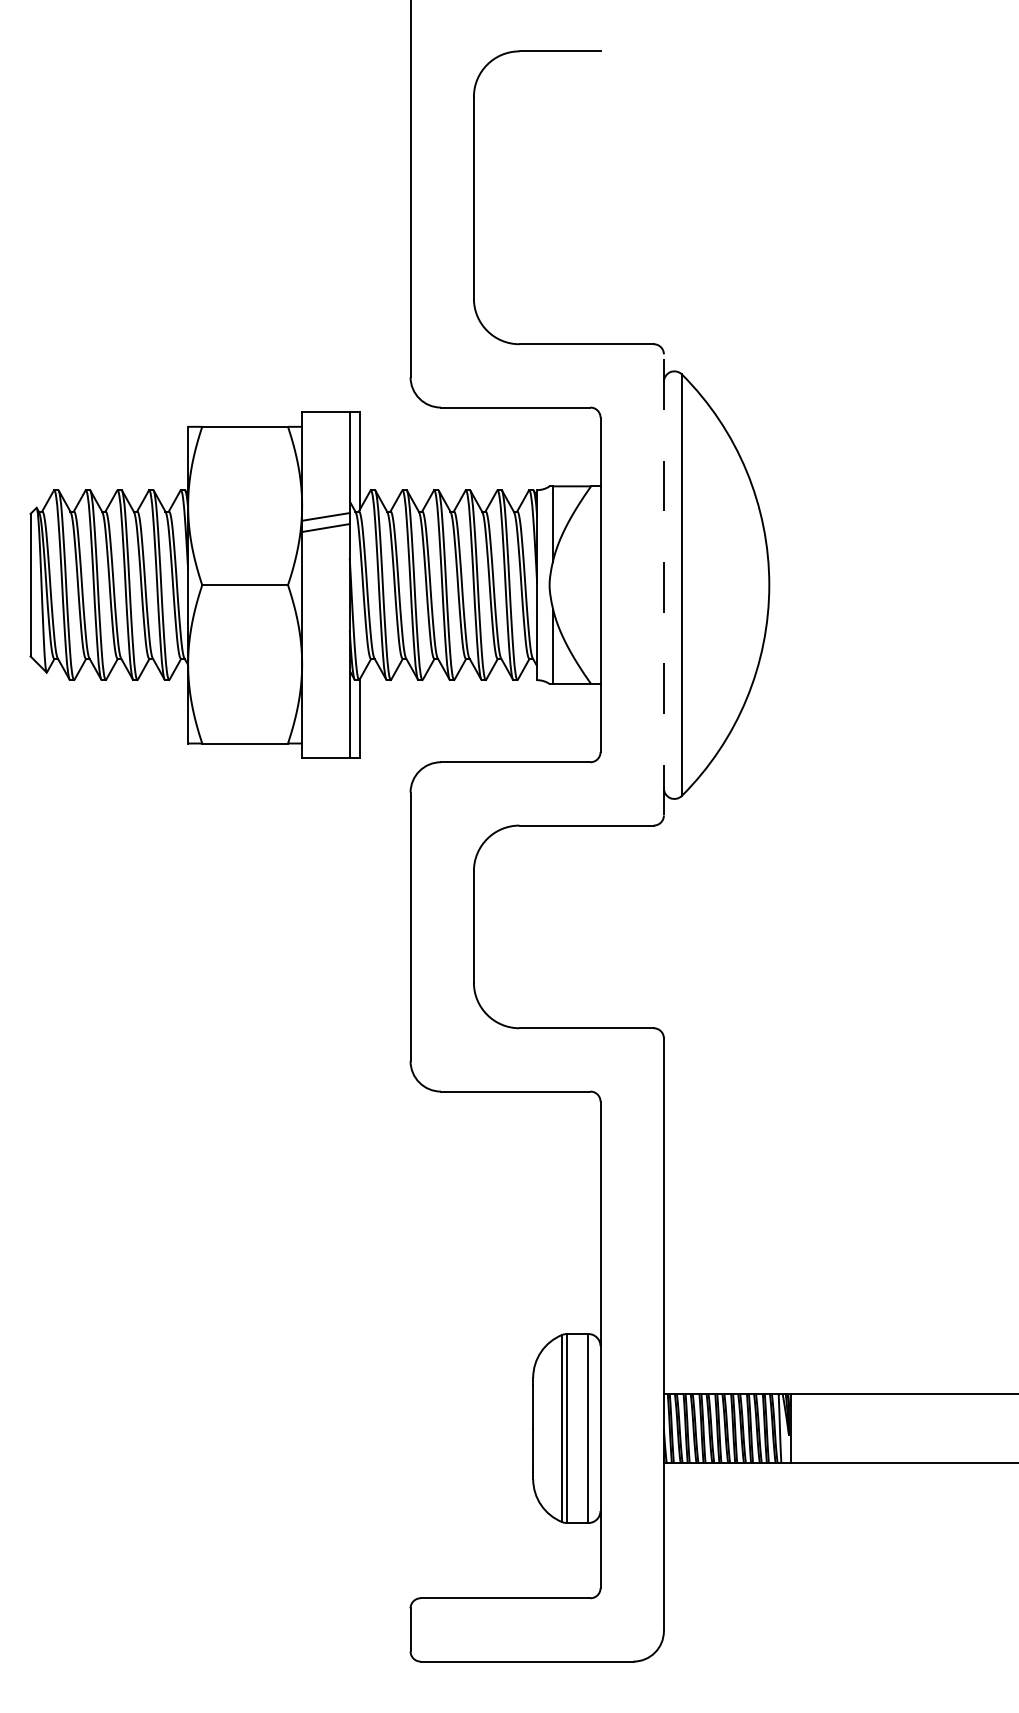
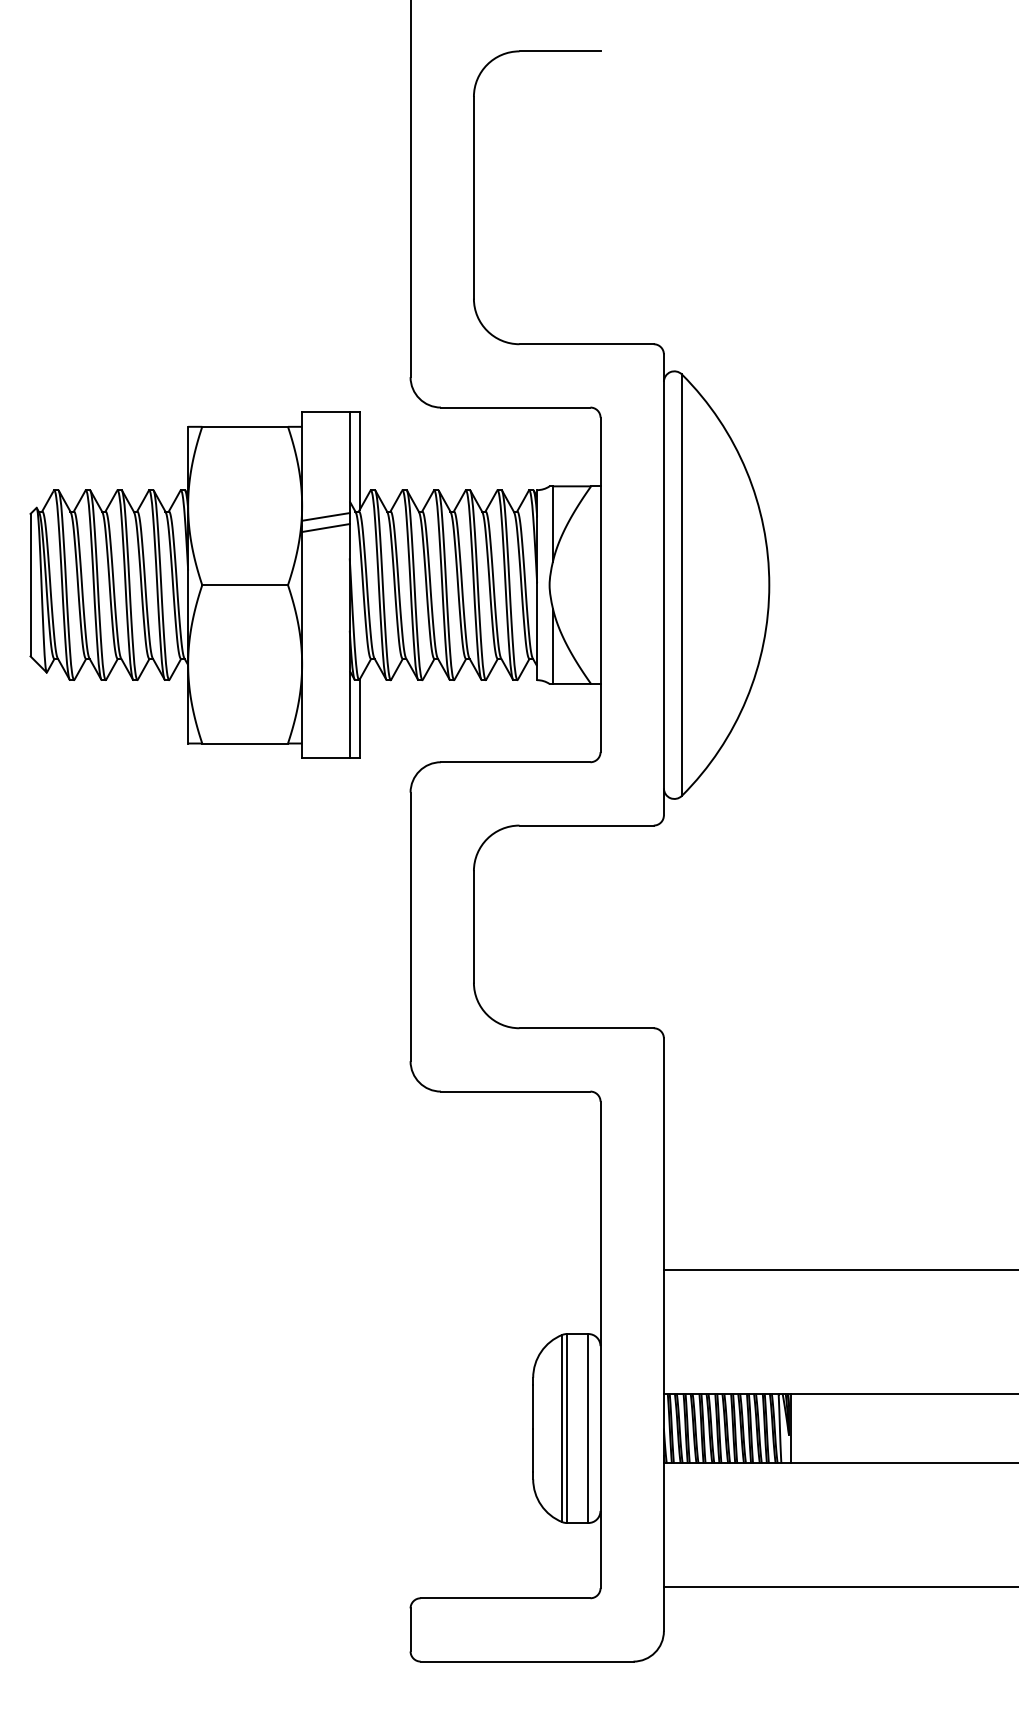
line at (663, 584): dashed -> solid
line at (839, 1270): none -> present
line at (839, 1586): none -> present
